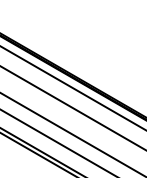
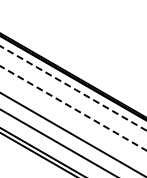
line at (72, 88): solid -> dashed
line at (72, 108): solid -> dashed
